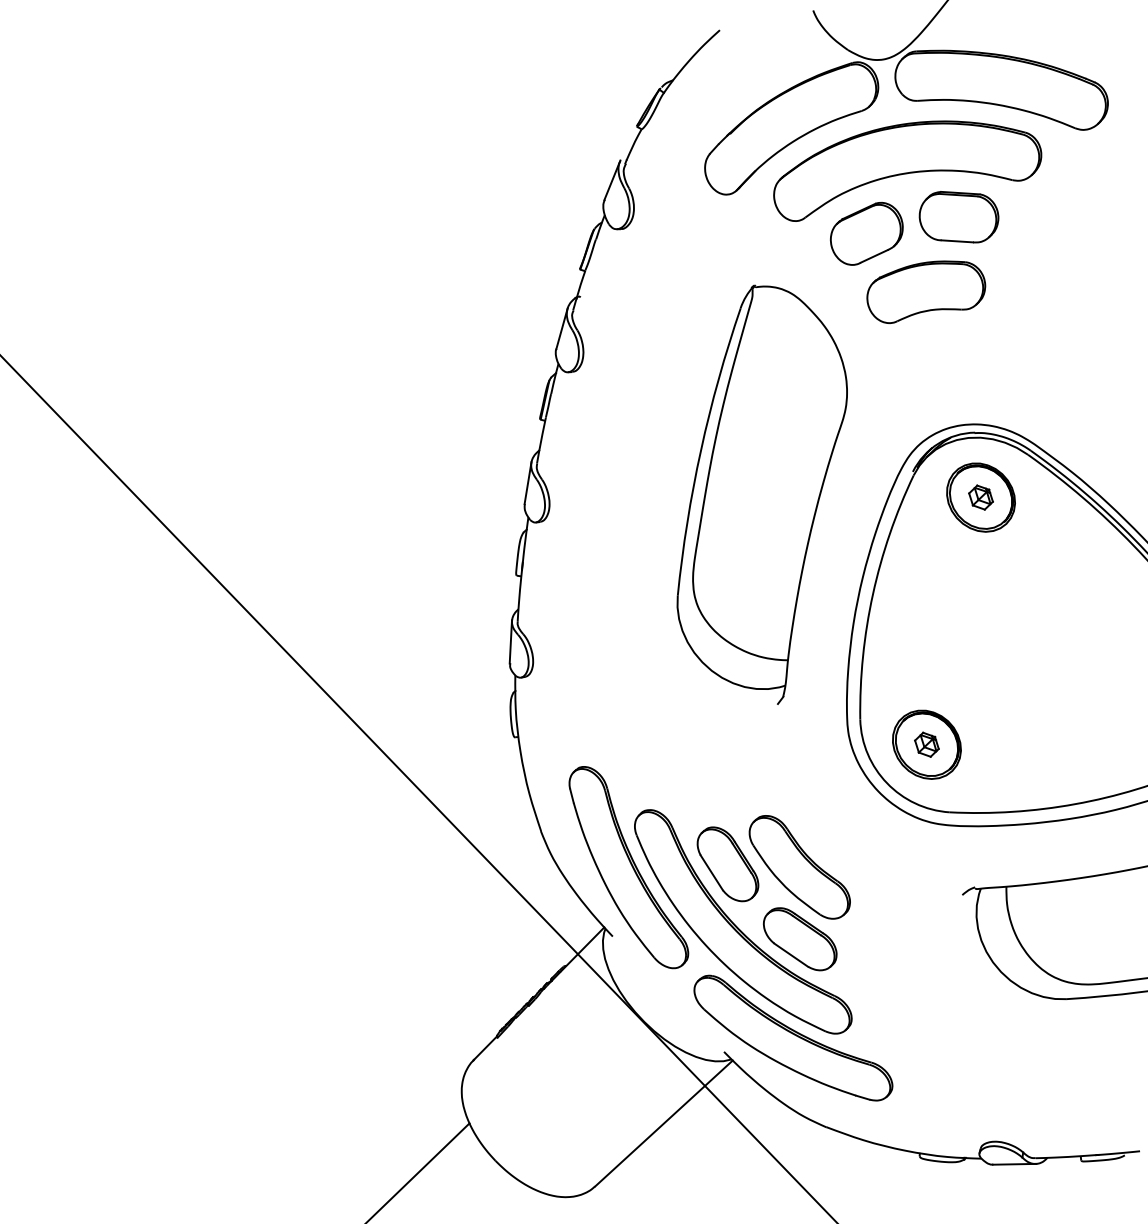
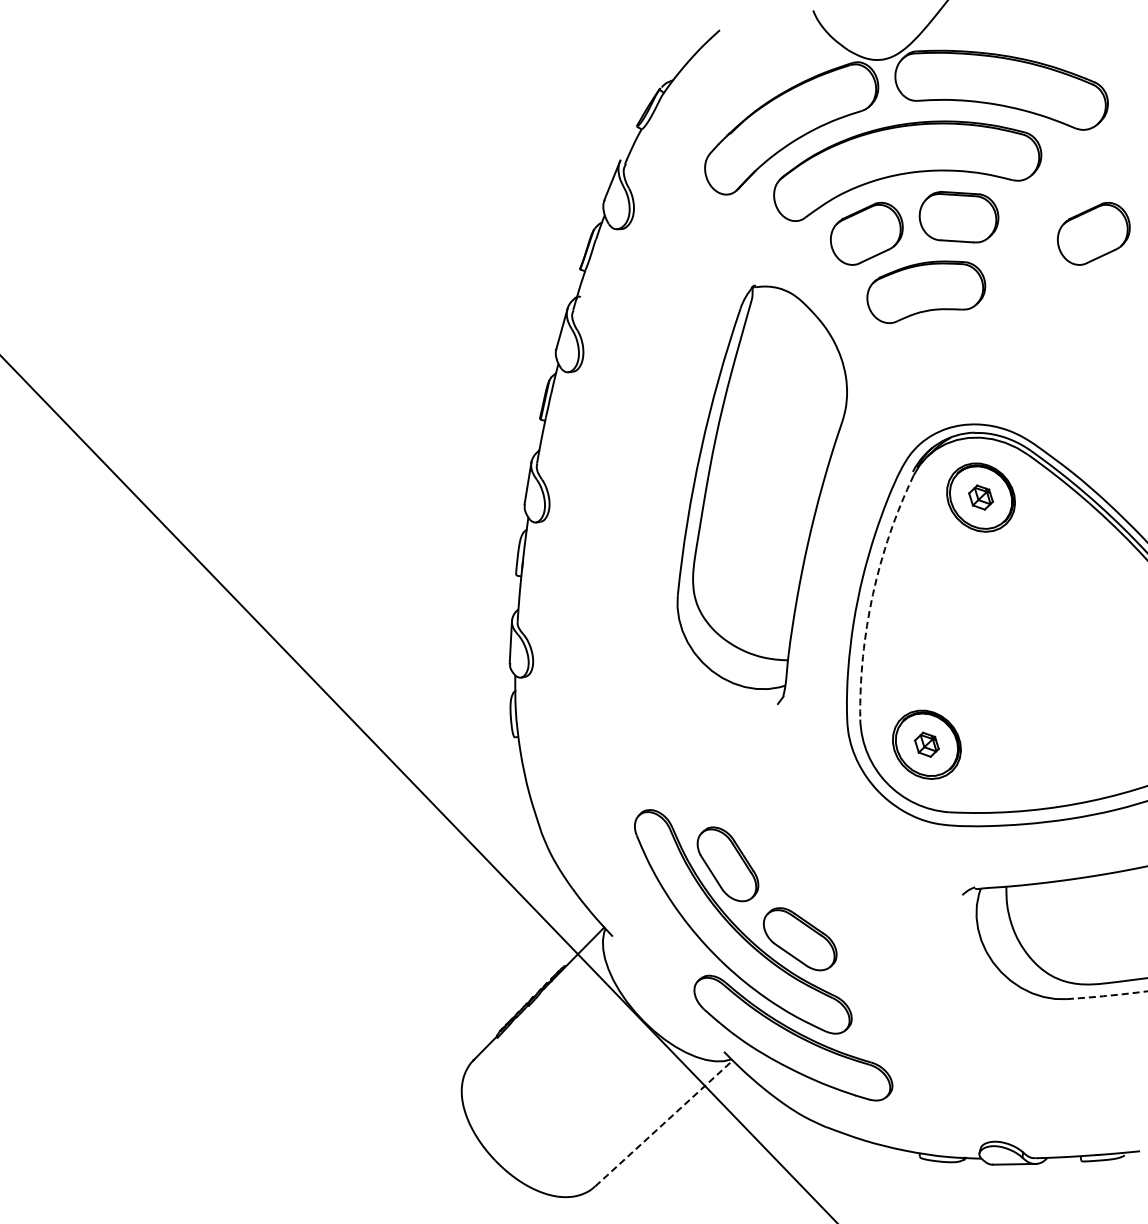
part at (1093, 233): none -> present
arc at (872, 594): solid -> dashed
part at (628, 867): present -> none
part at (799, 867): present -> none
arc at (1107, 995): solid -> dashed
line at (664, 1123): solid -> dashed
line at (418, 1171): present -> none
